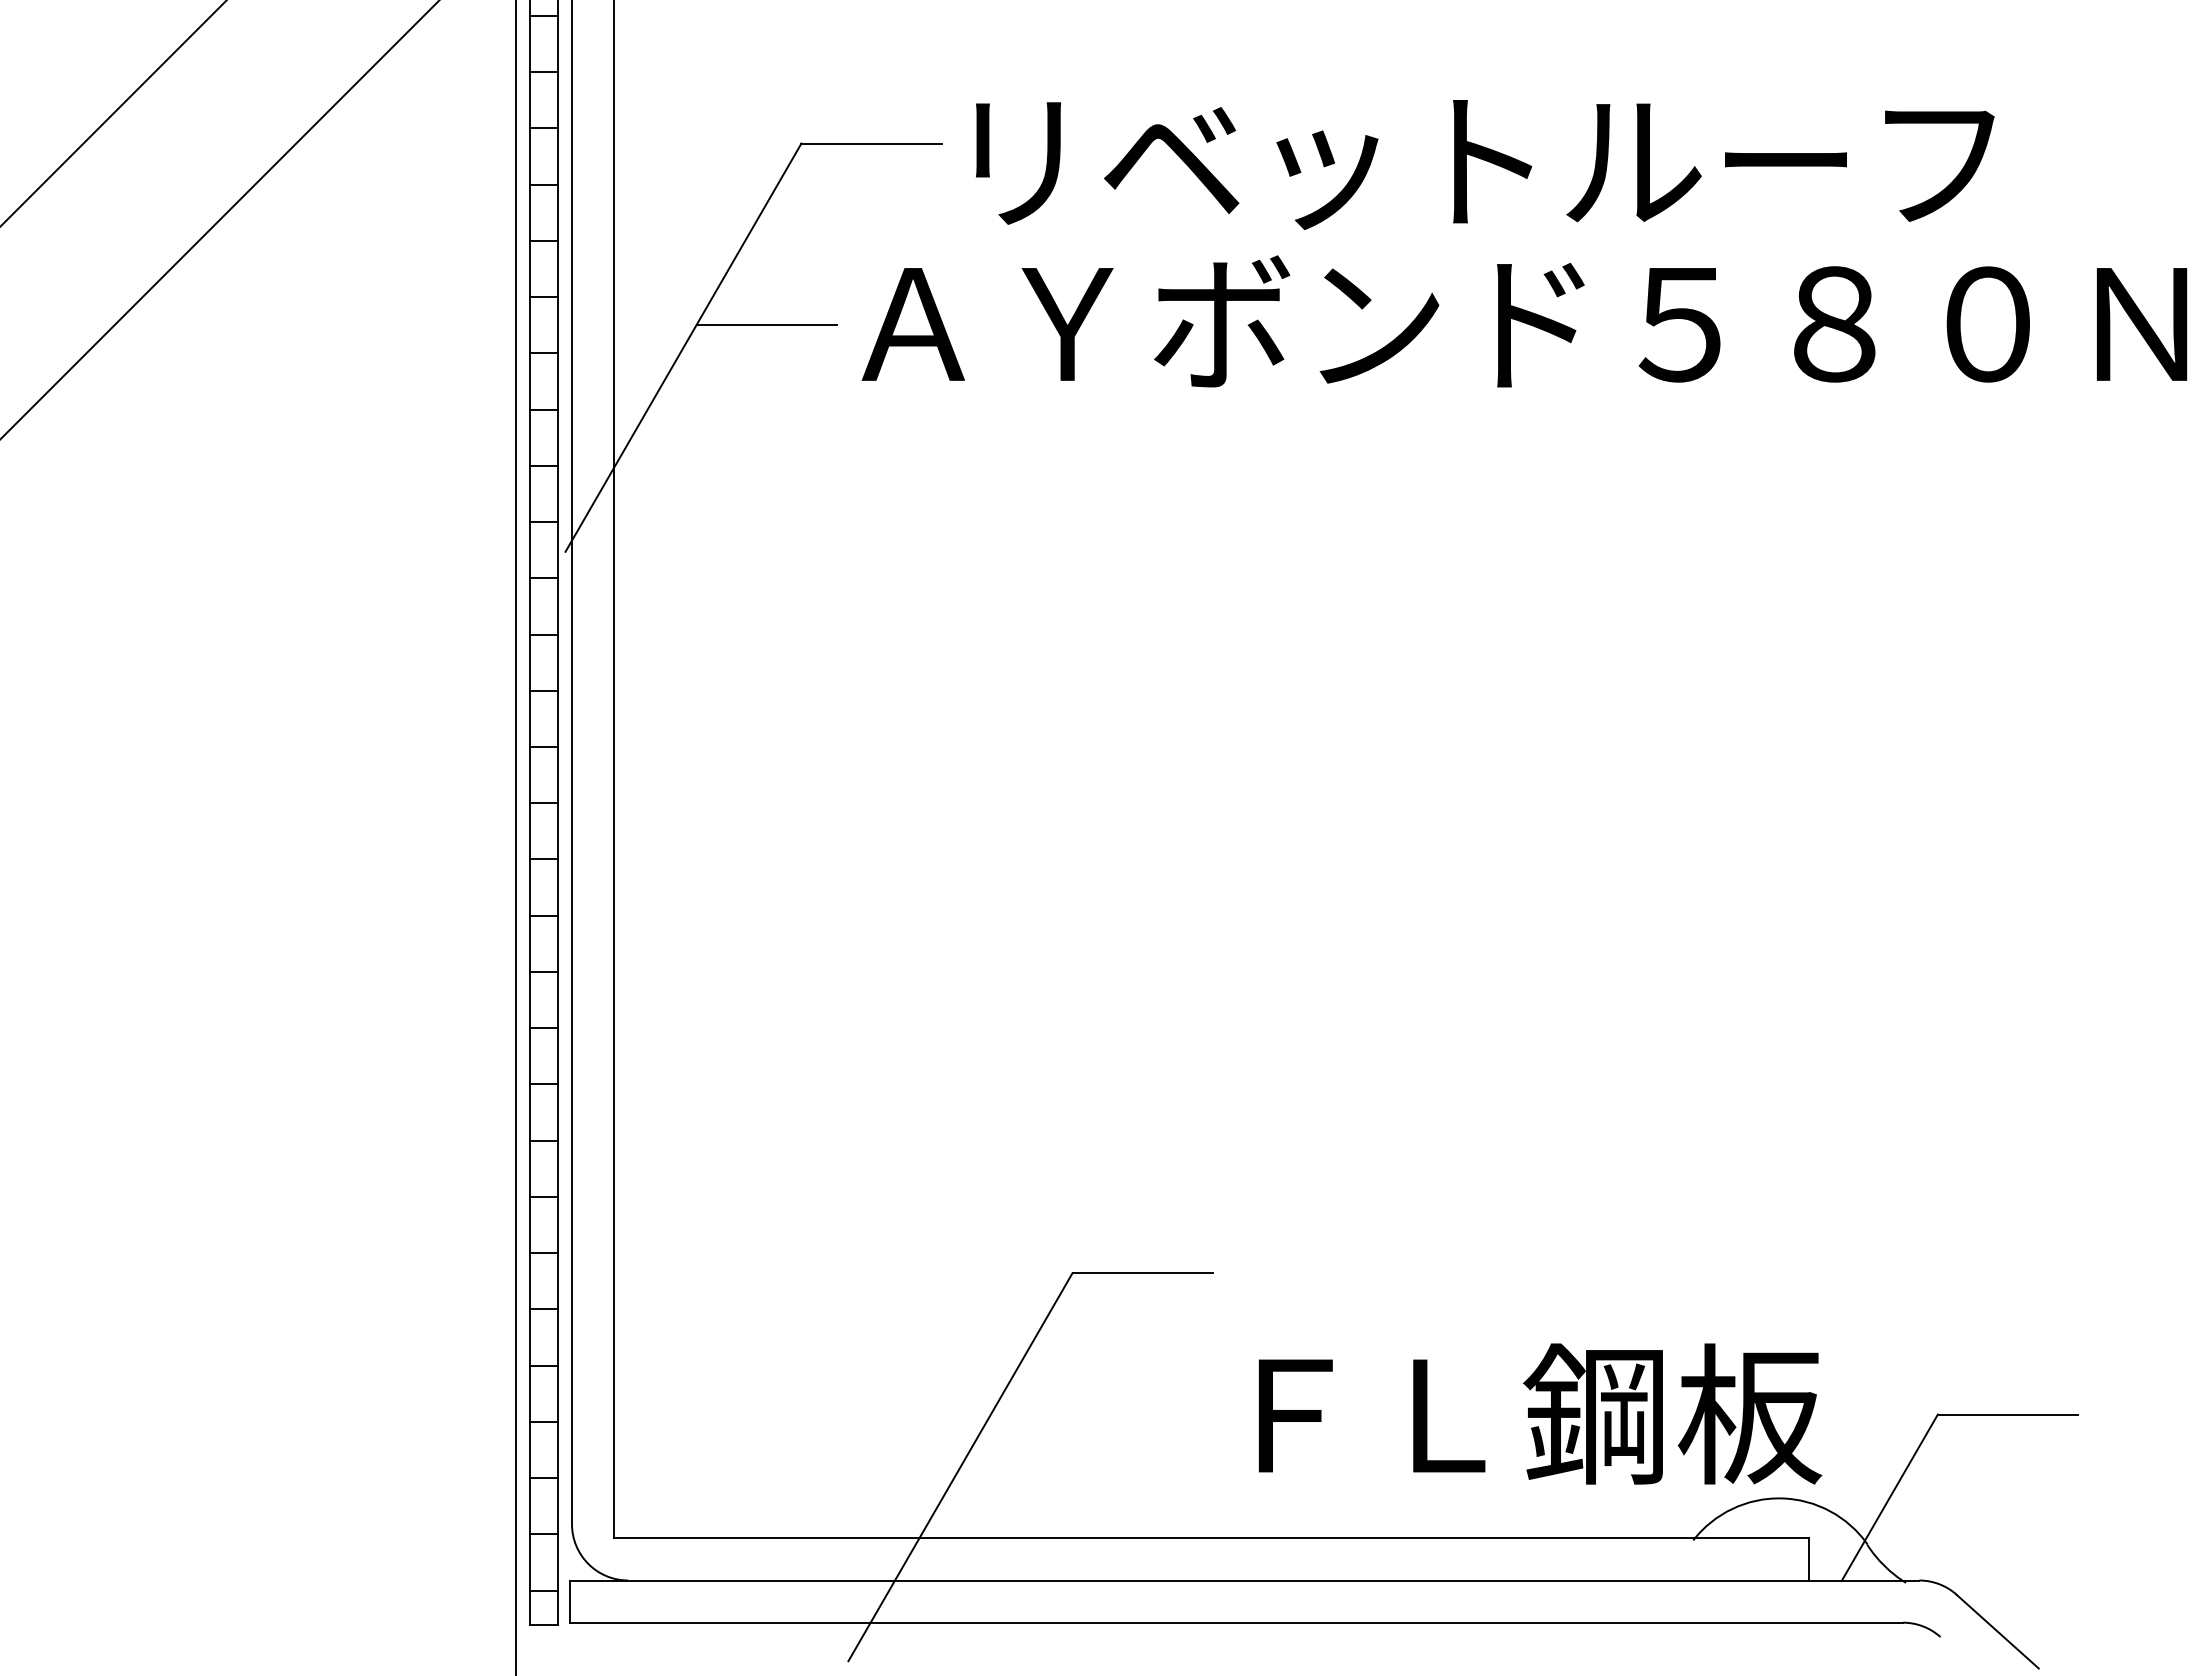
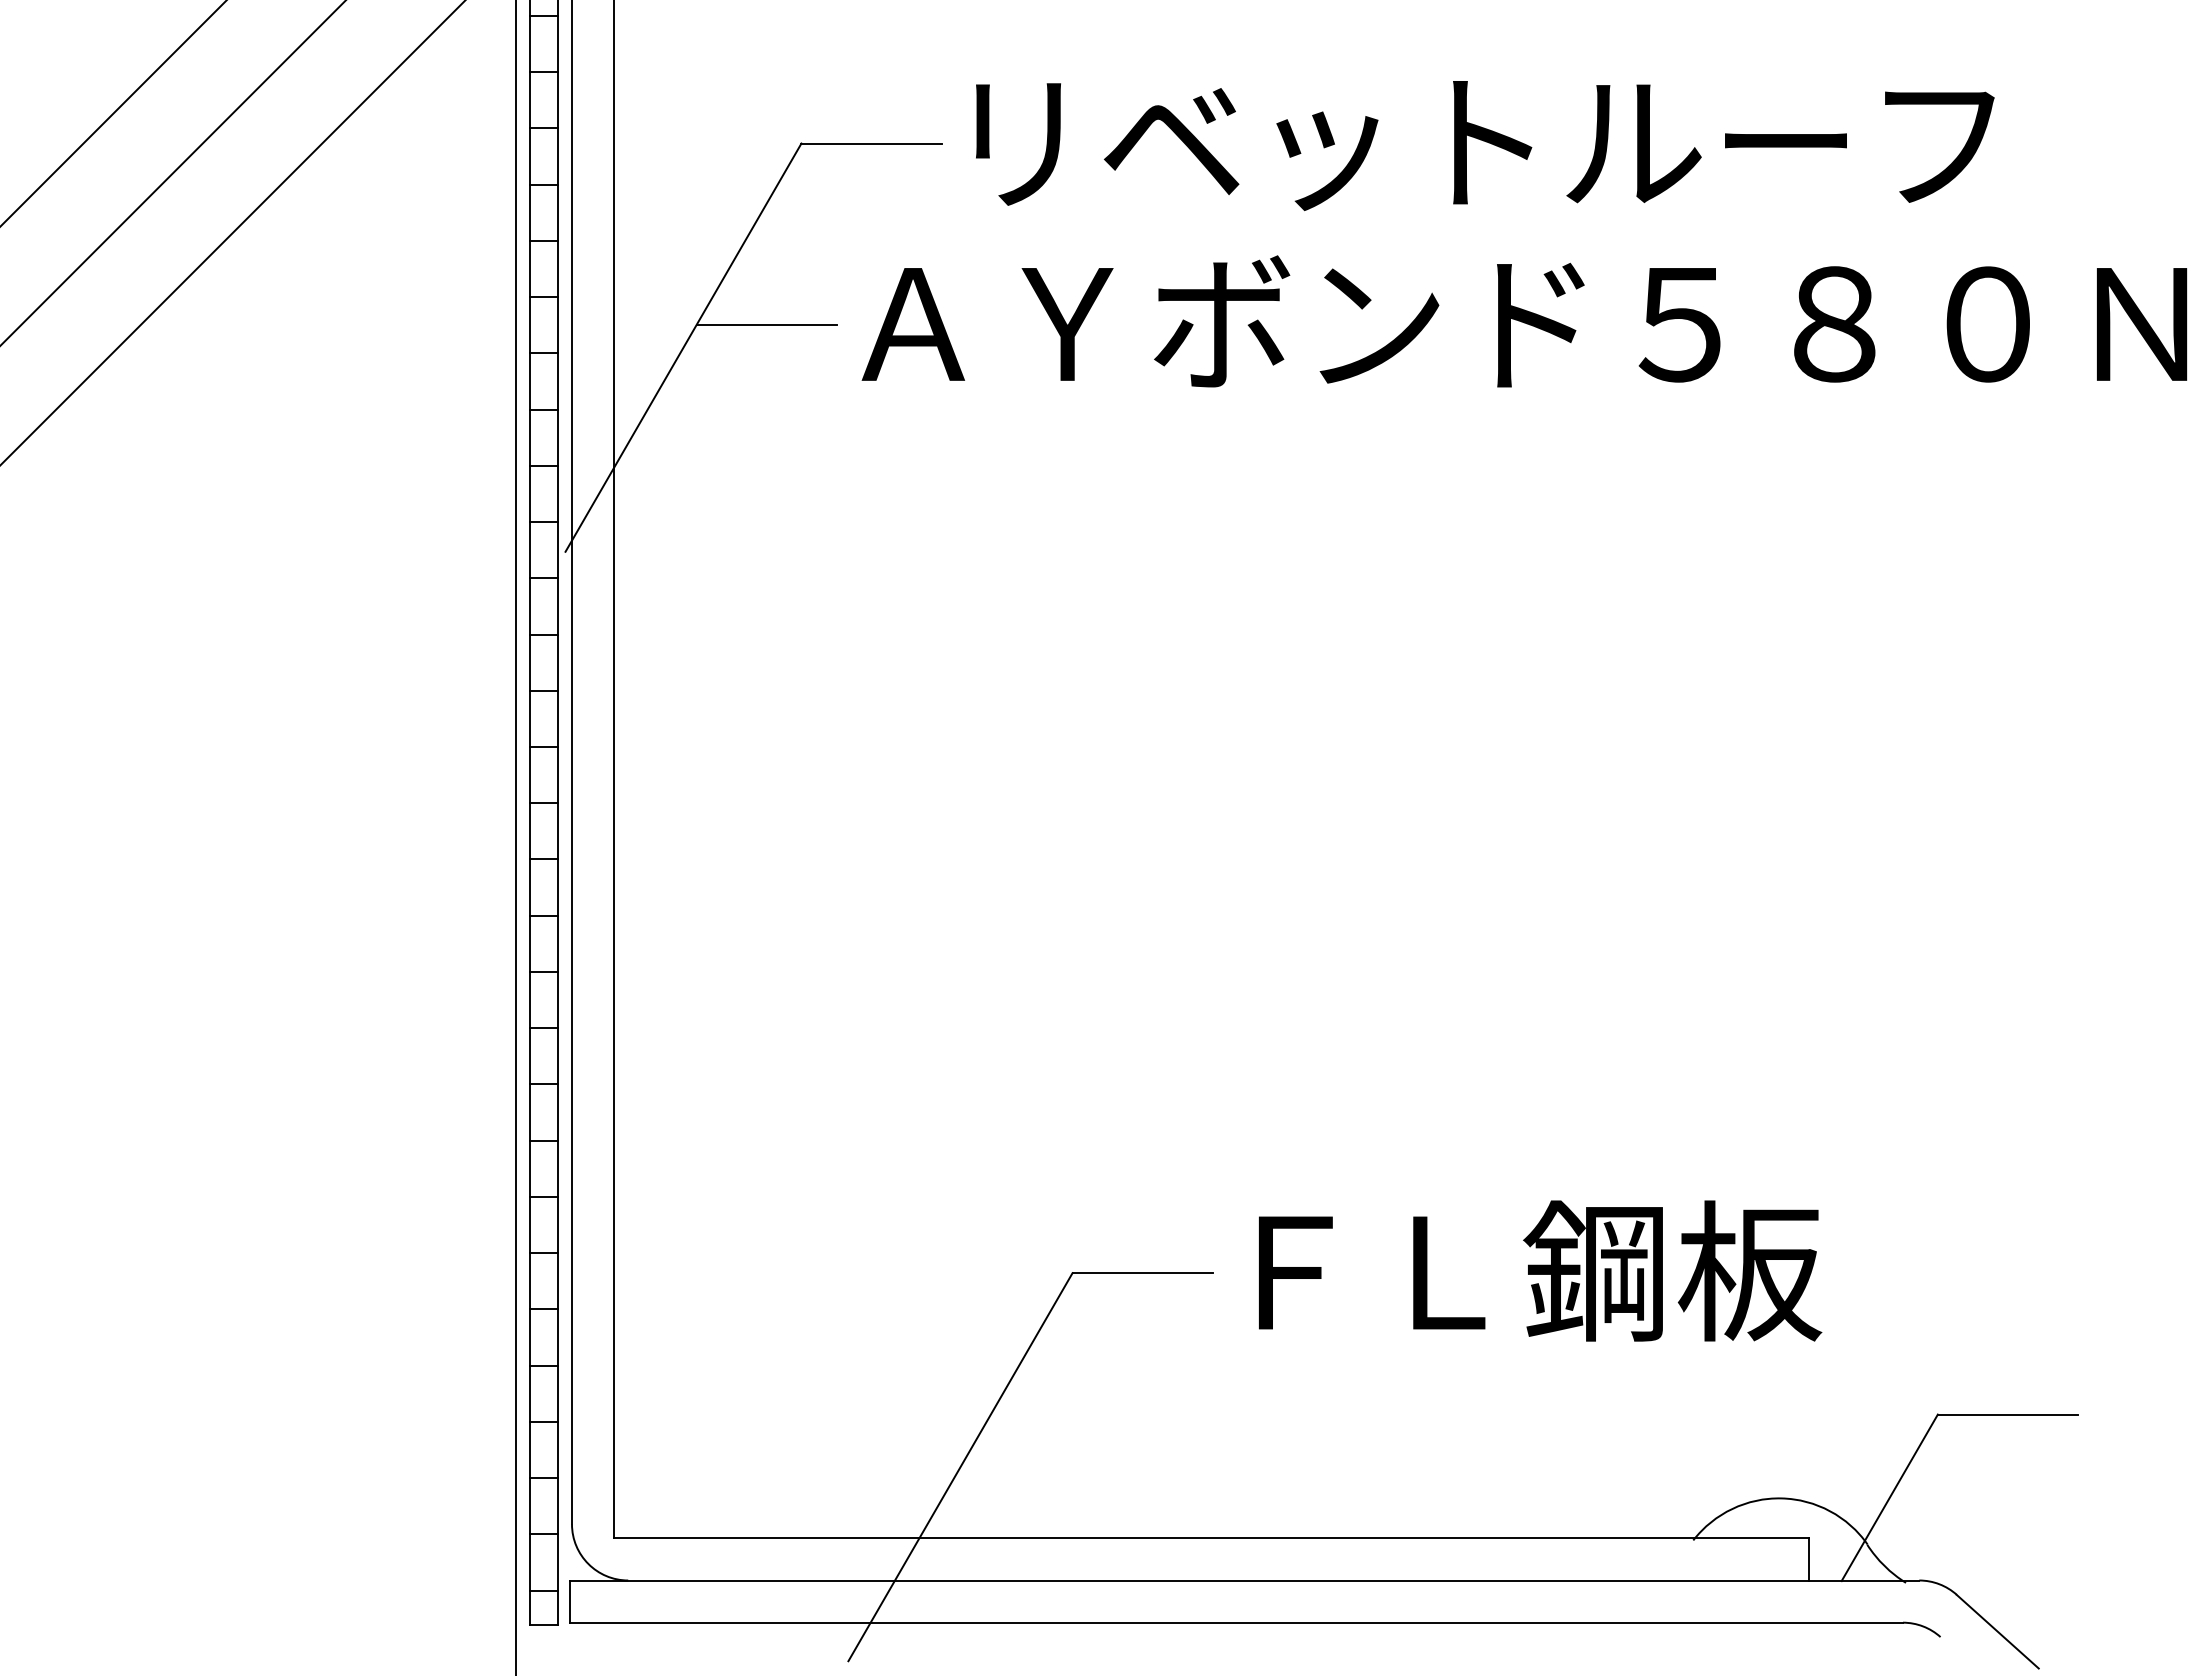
text at (1485, 164) position: (1485, 164) -> (1485, 145)
line at (172, 173): none -> present
line at (219, 219) position: (219, 219) -> (232, 232)
text at (1540, 1413) position: (1540, 1413) -> (1540, 1270)
